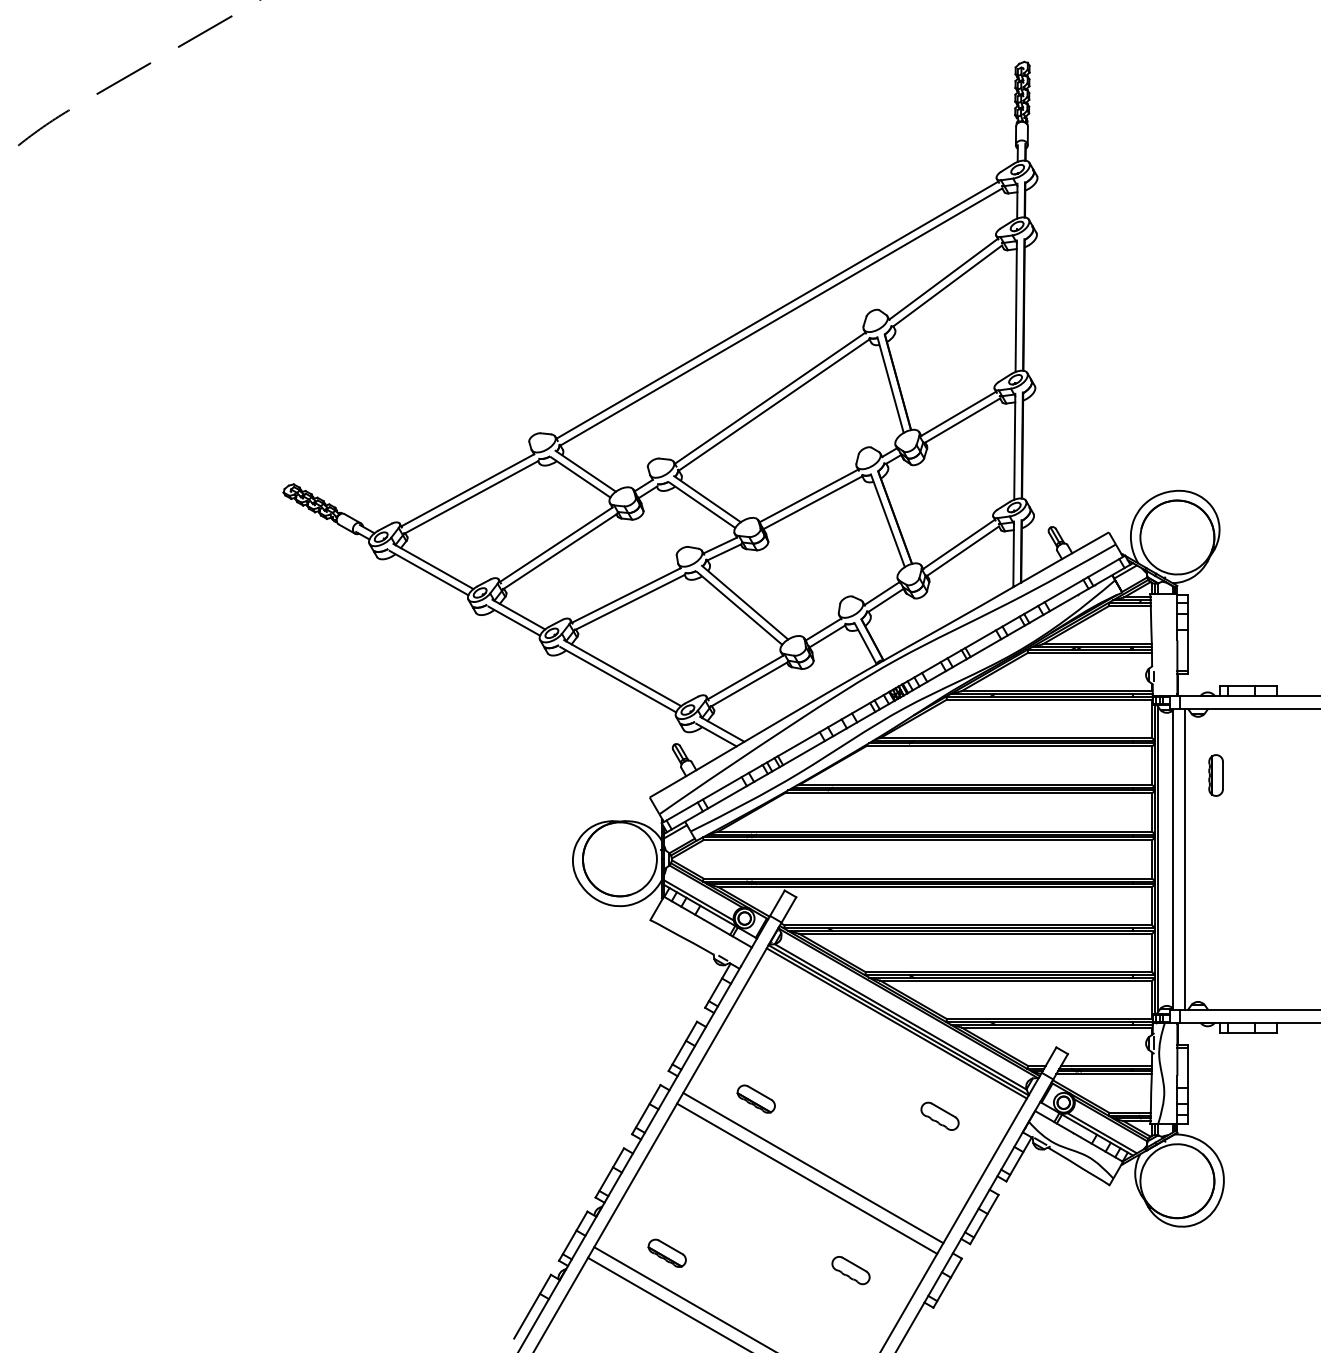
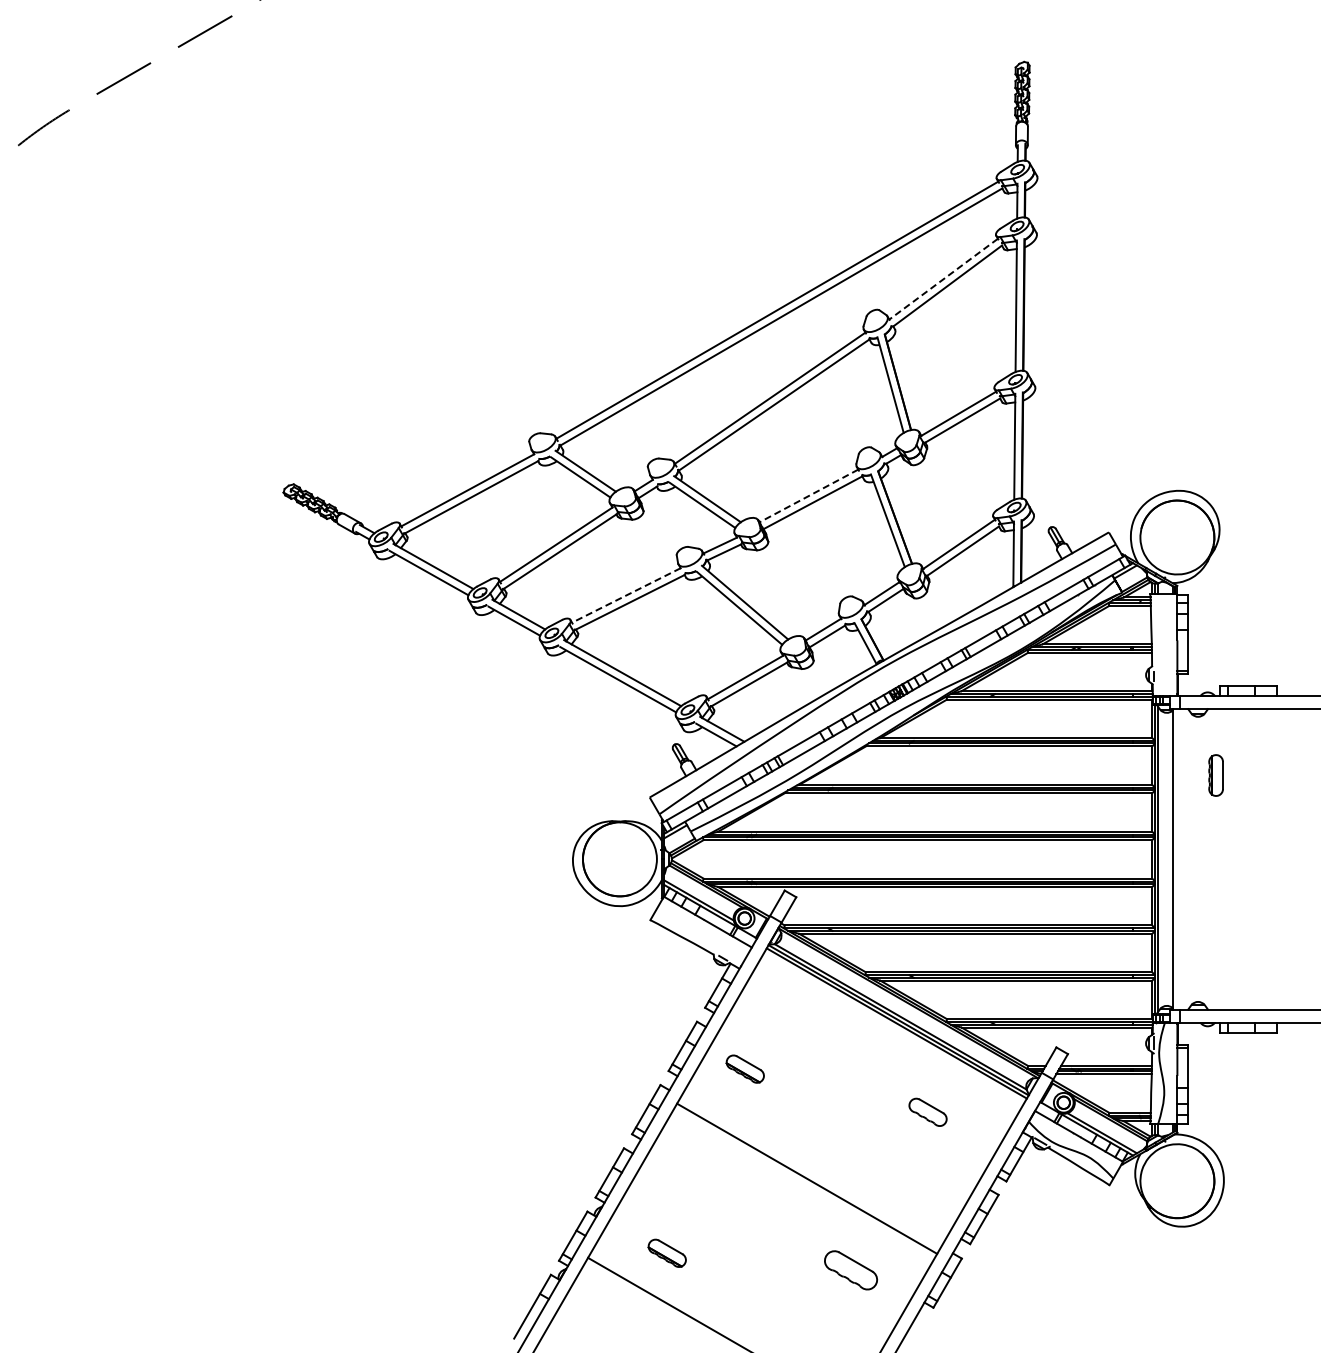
line at (943, 279): solid -> dashed
line at (808, 496): solid -> dashed
line at (626, 595): solid -> dashed
line at (1184, 859): present -> none
part at (755, 1098) position: (755, 1098) -> (744, 1068)
part at (939, 1115) position: (939, 1115) -> (927, 1111)
line at (813, 1168): present -> none
part at (850, 1270) size: 40x30 px -> 55x41 px
line at (683, 1298): present -> none
